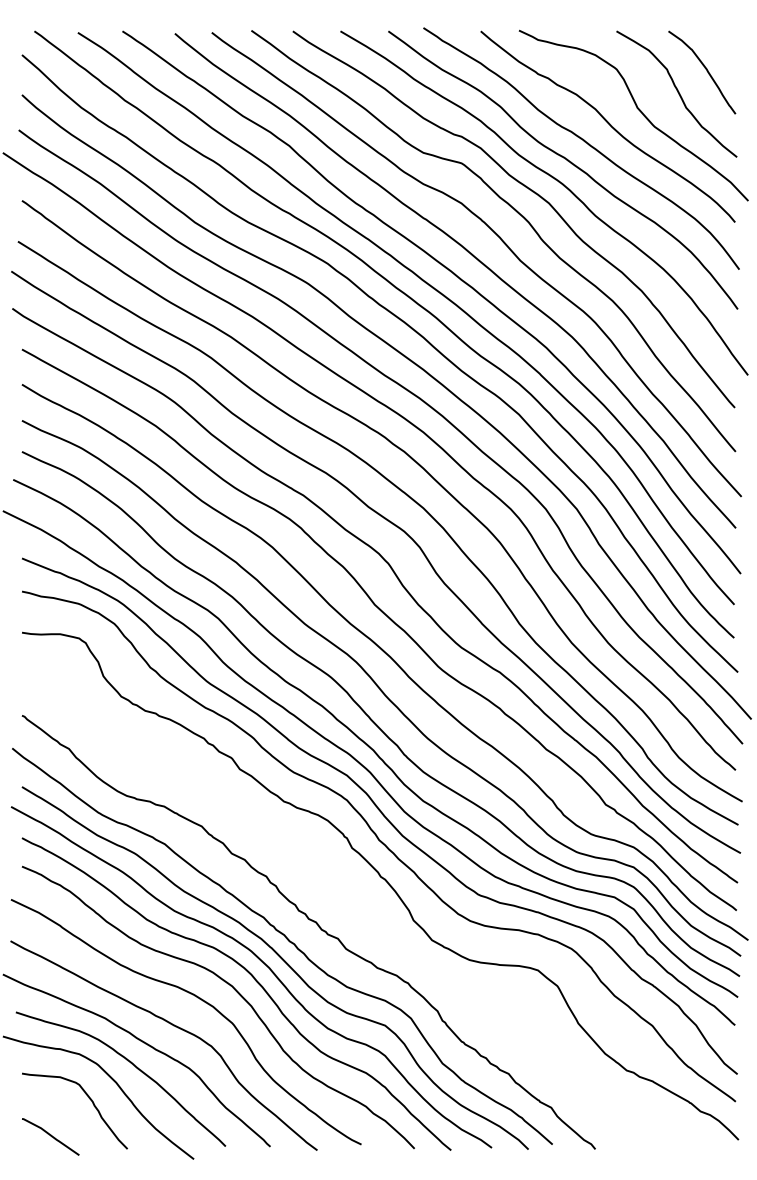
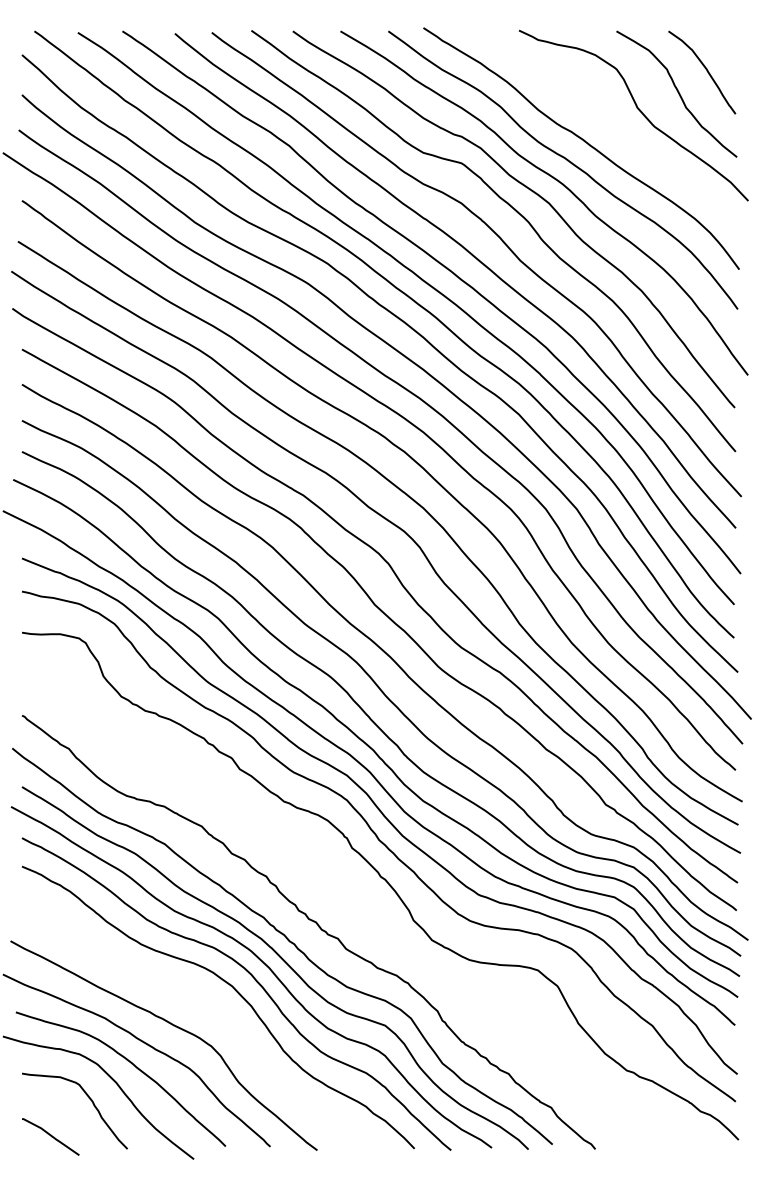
curve at (608, 124): present -> none
curve at (197, 998): present -> none
